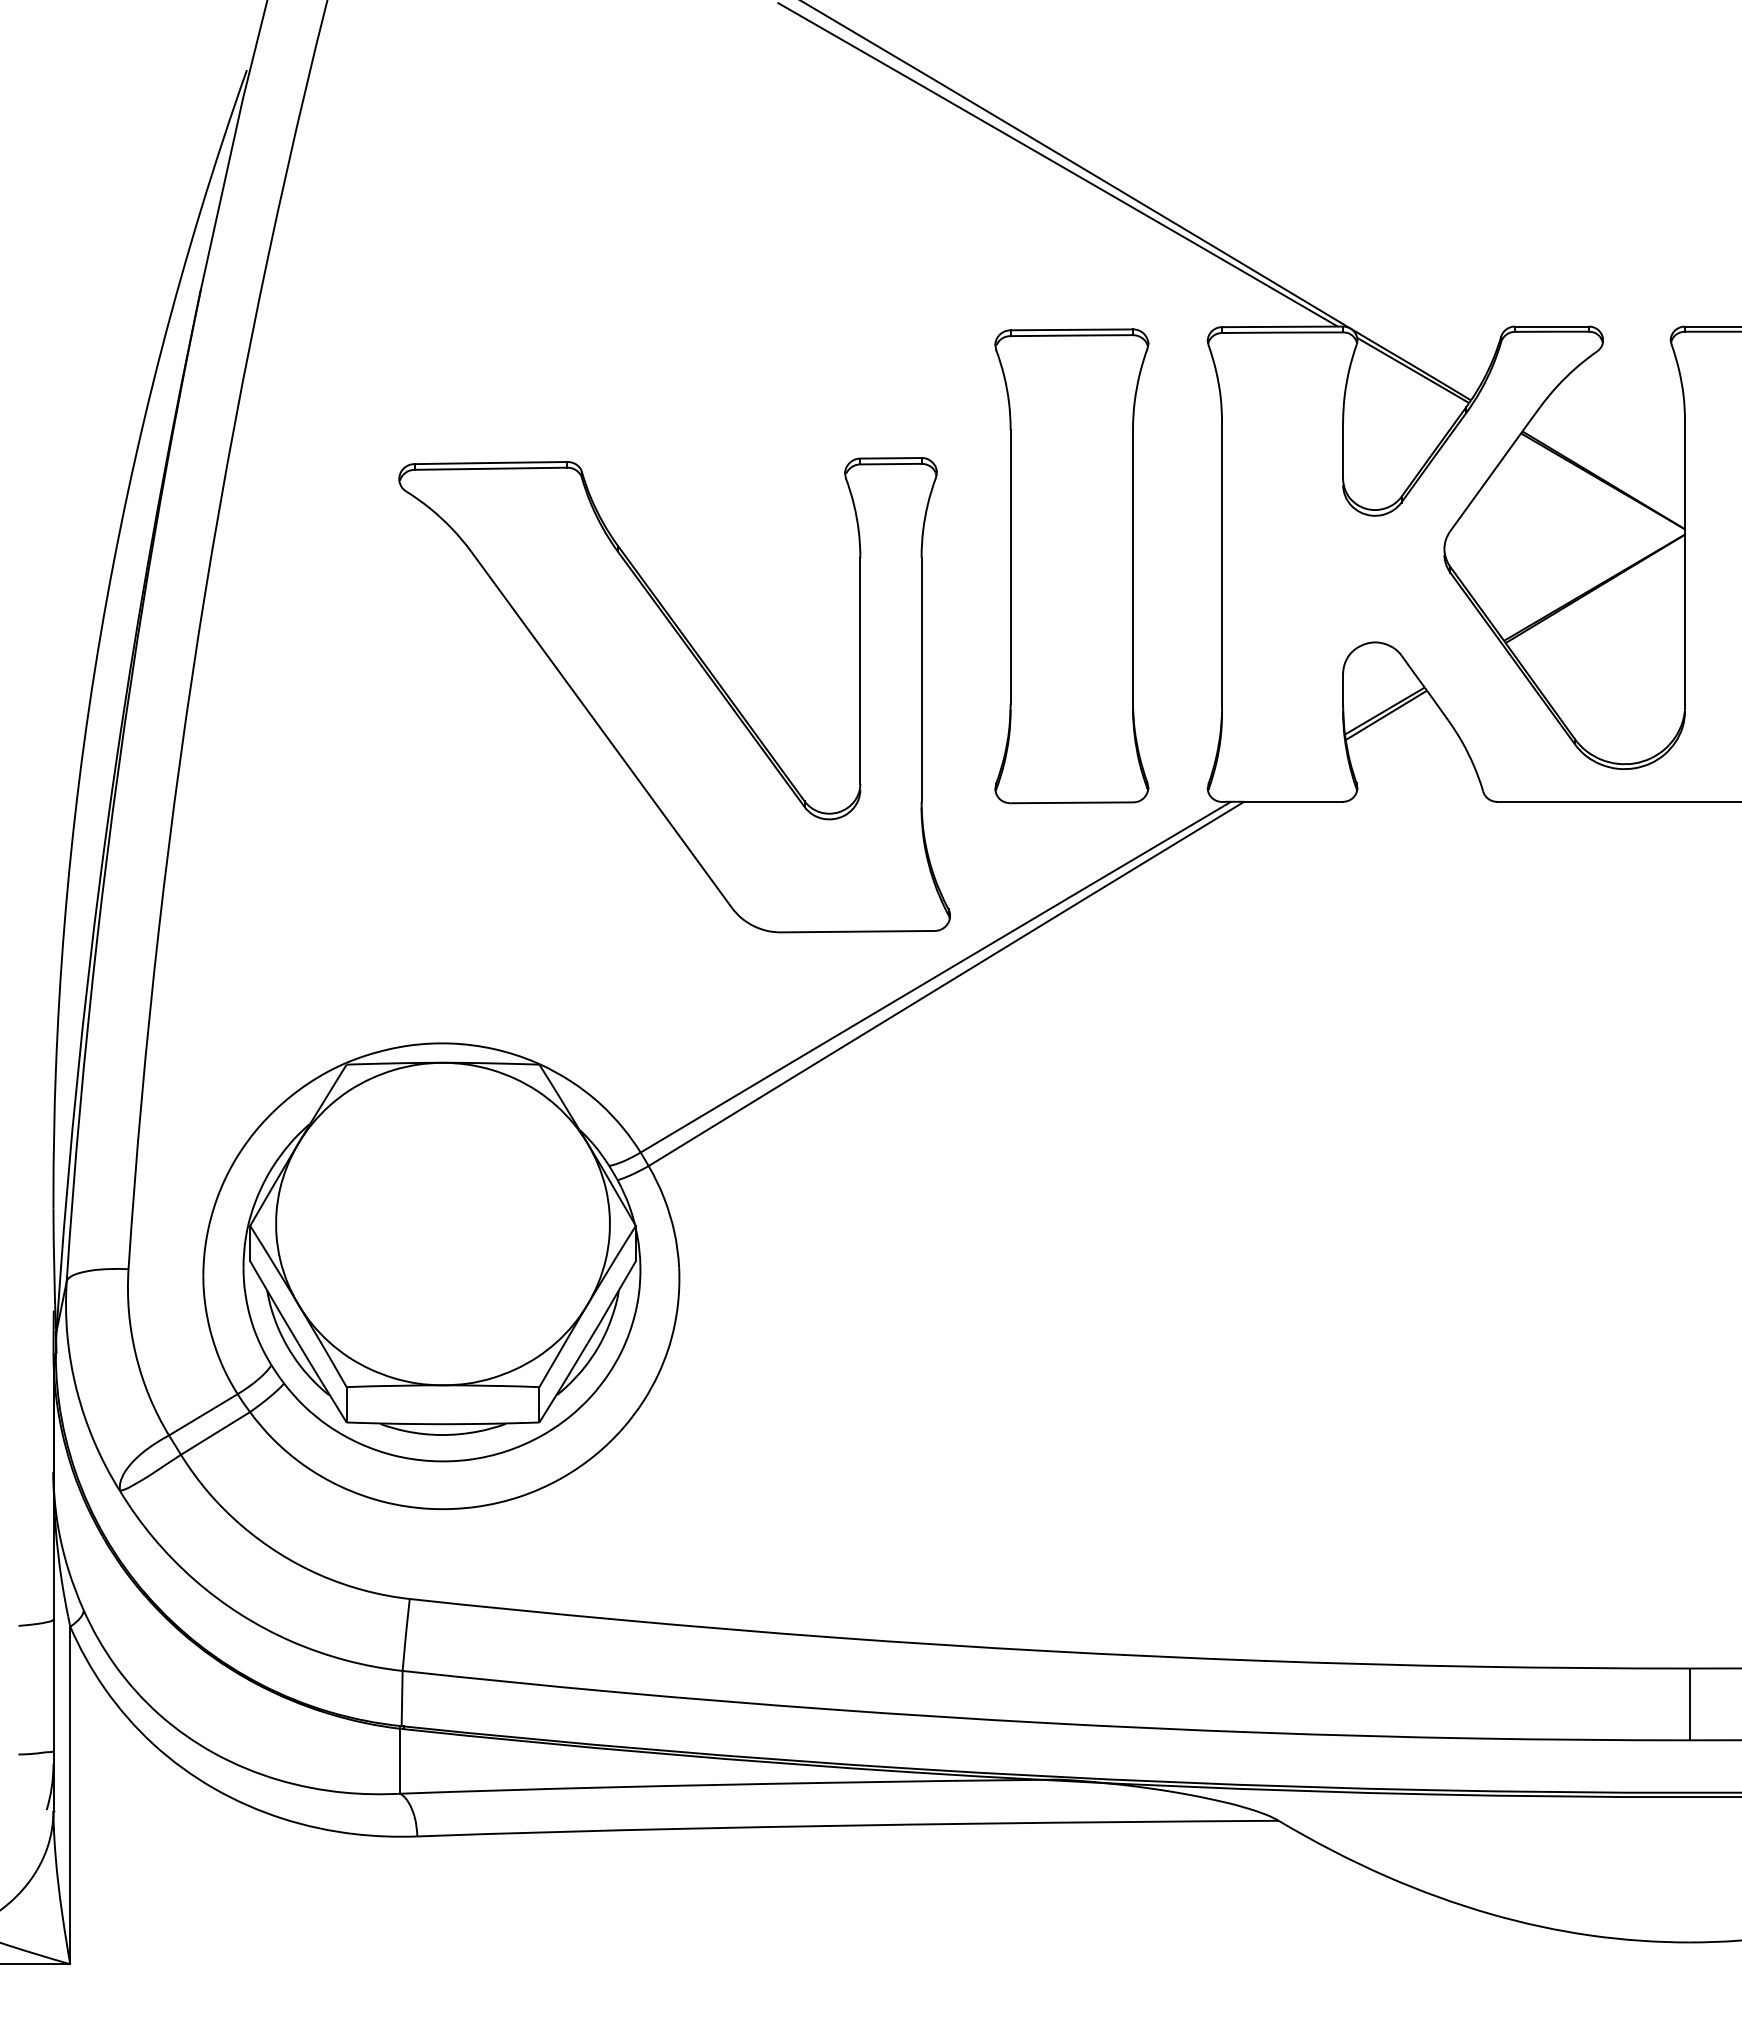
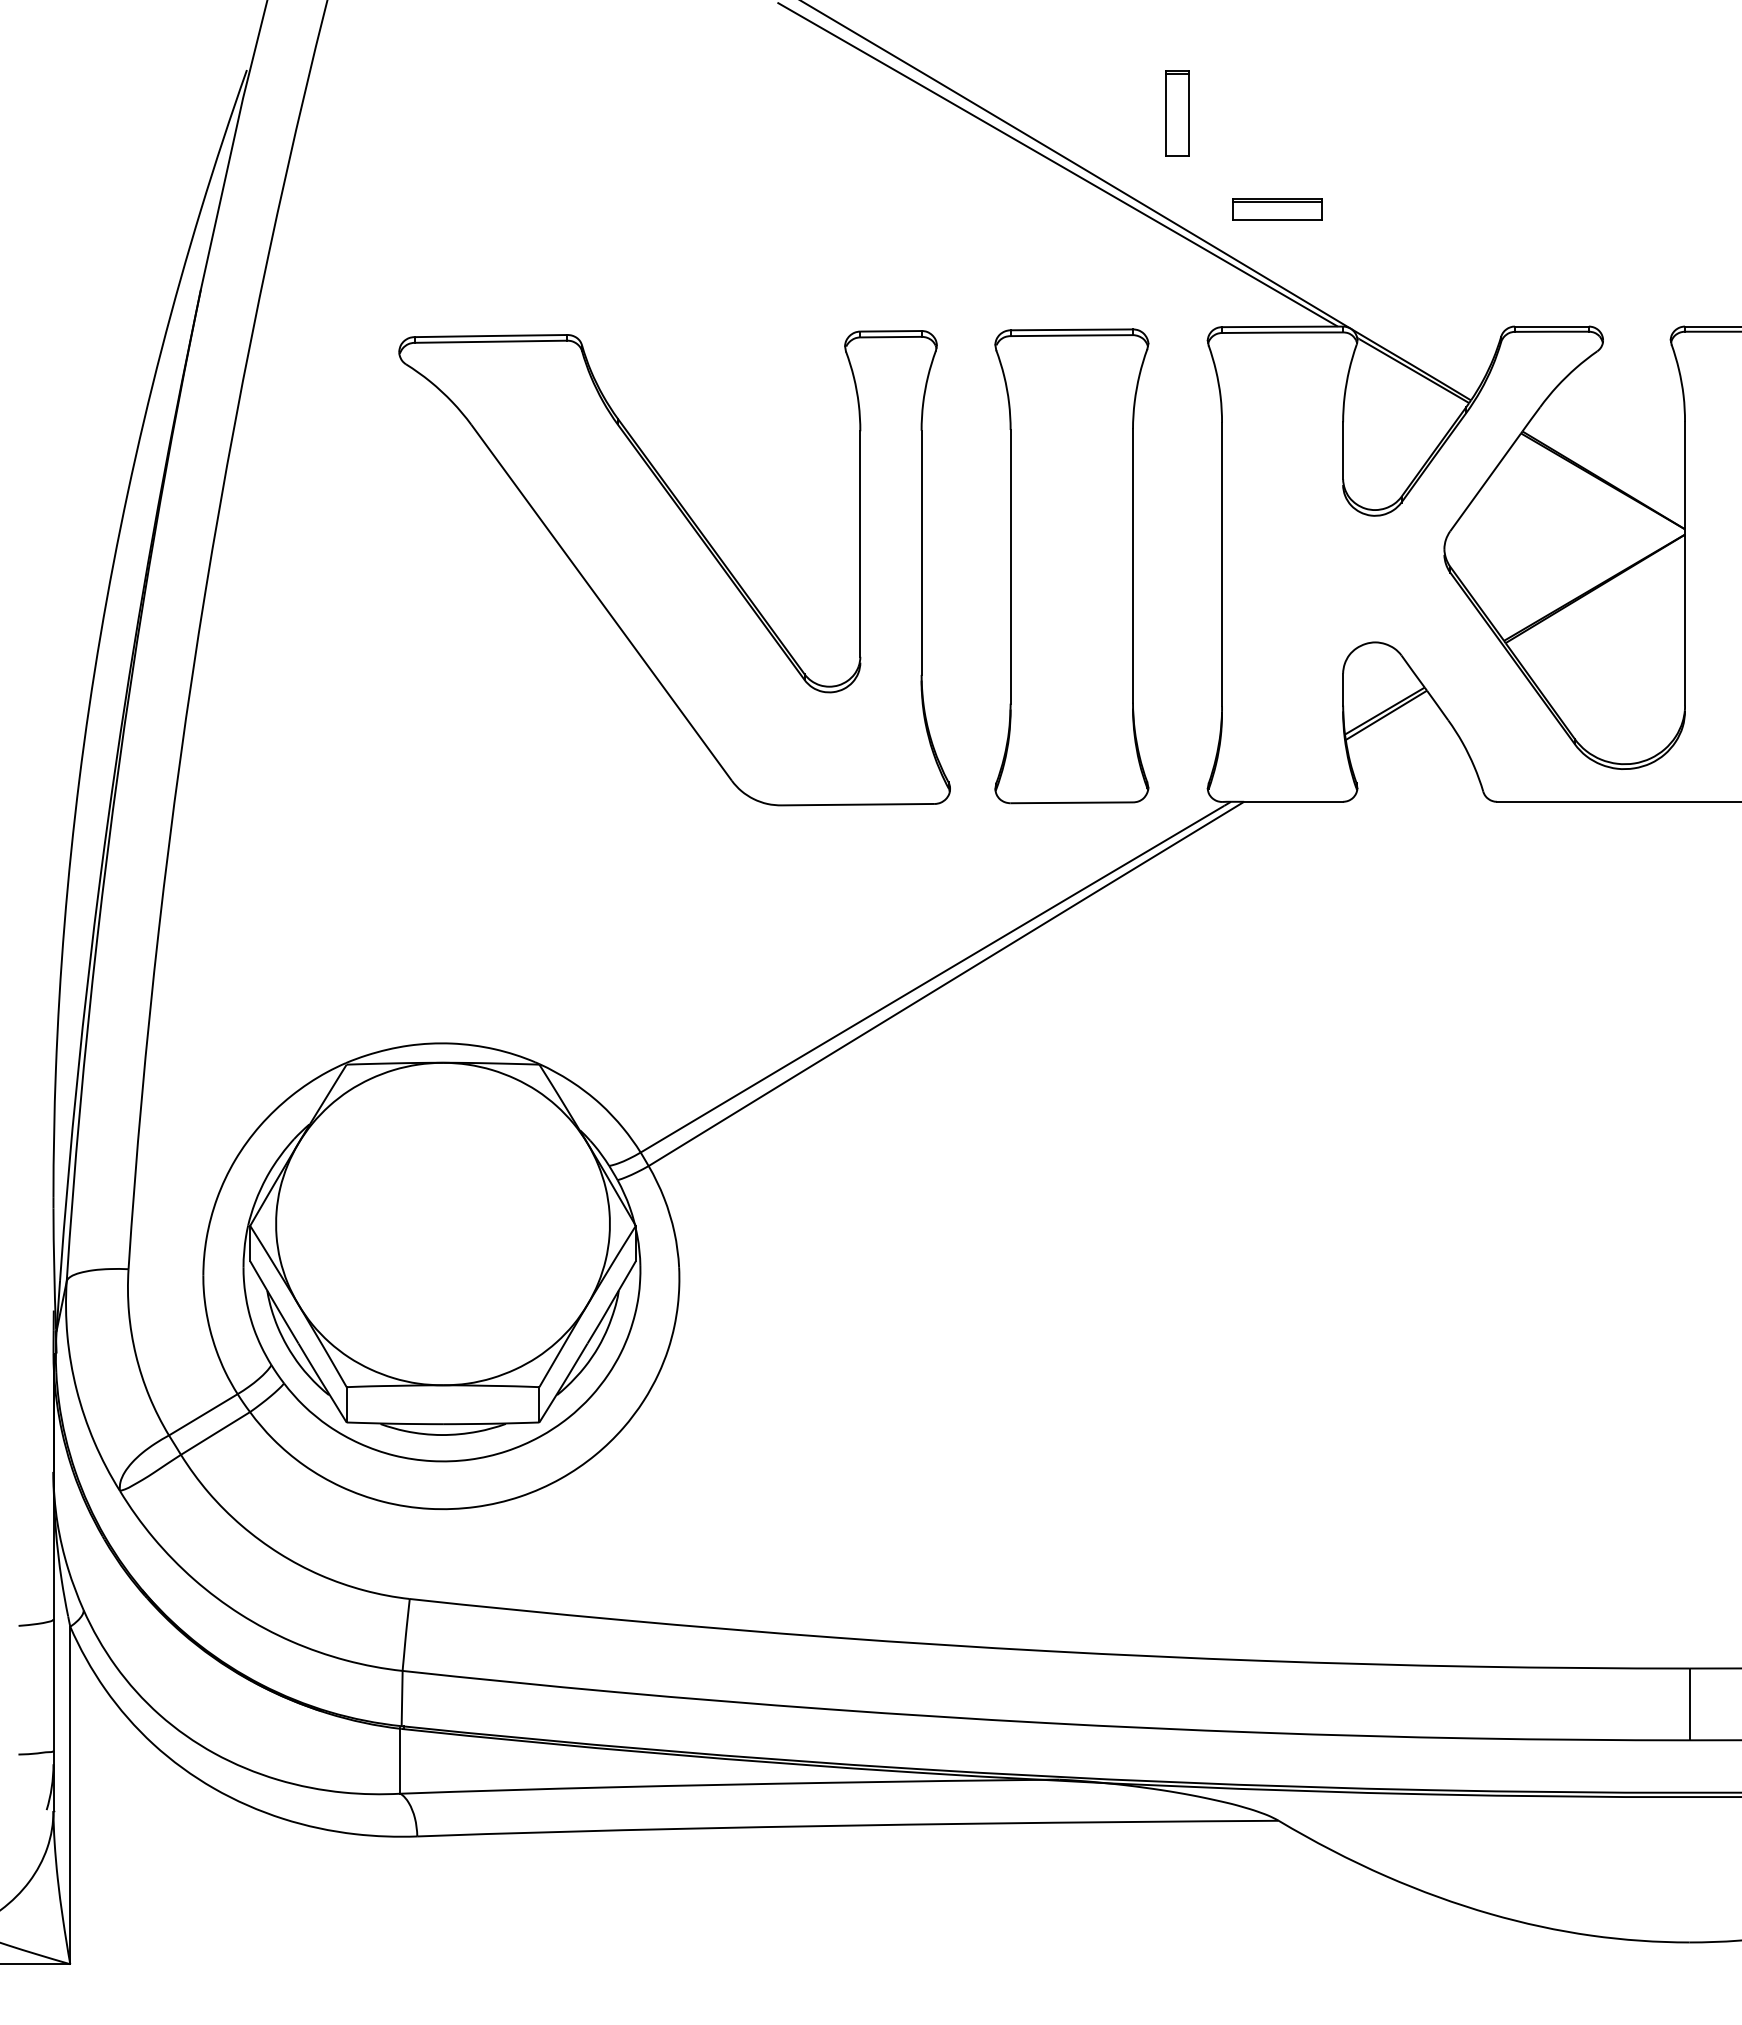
part at (1177, 113): none -> present
part at (1277, 209): none -> present
part at (674, 695) position: (674, 695) -> (674, 568)
